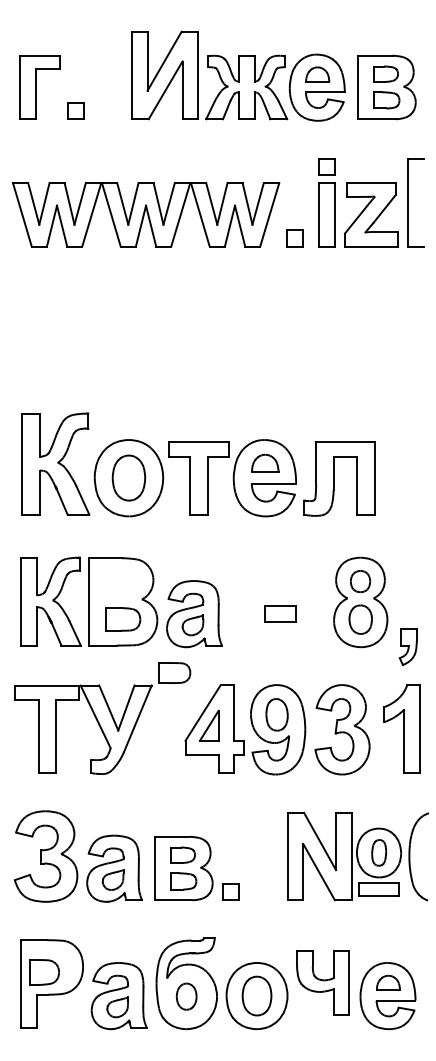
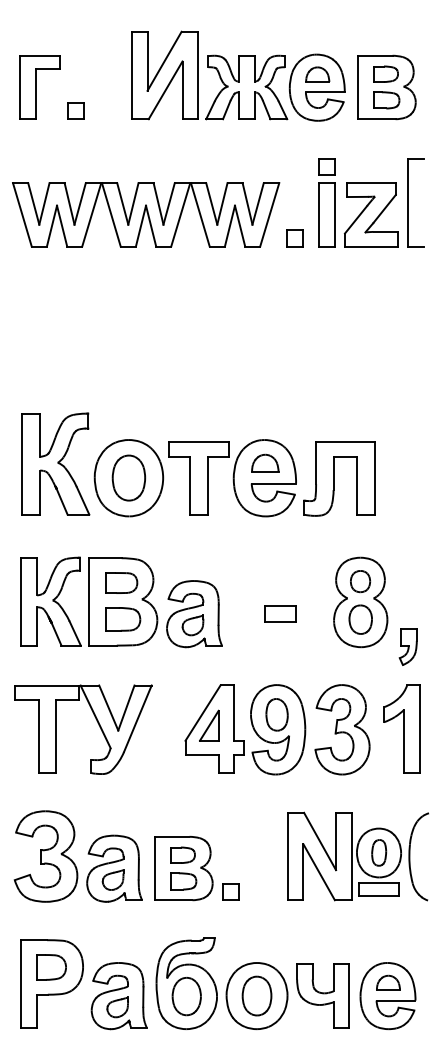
part at (174, 672) position: (174, 672) -> (121, 582)
part at (44, 972) position: (44, 972) -> (51, 967)
part at (322, 982) position: (322, 982) -> (322, 995)
part at (186, 996) size: 23x29 px -> 31x40 px
